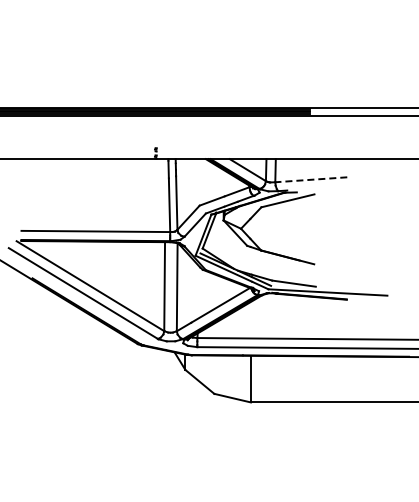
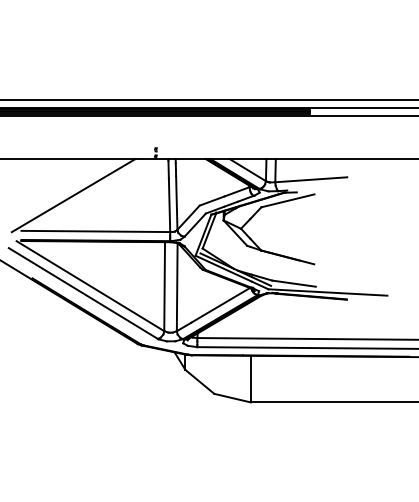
line at (208, 99): none -> present
line at (310, 179): dashed -> solid
line at (73, 195): none -> present
